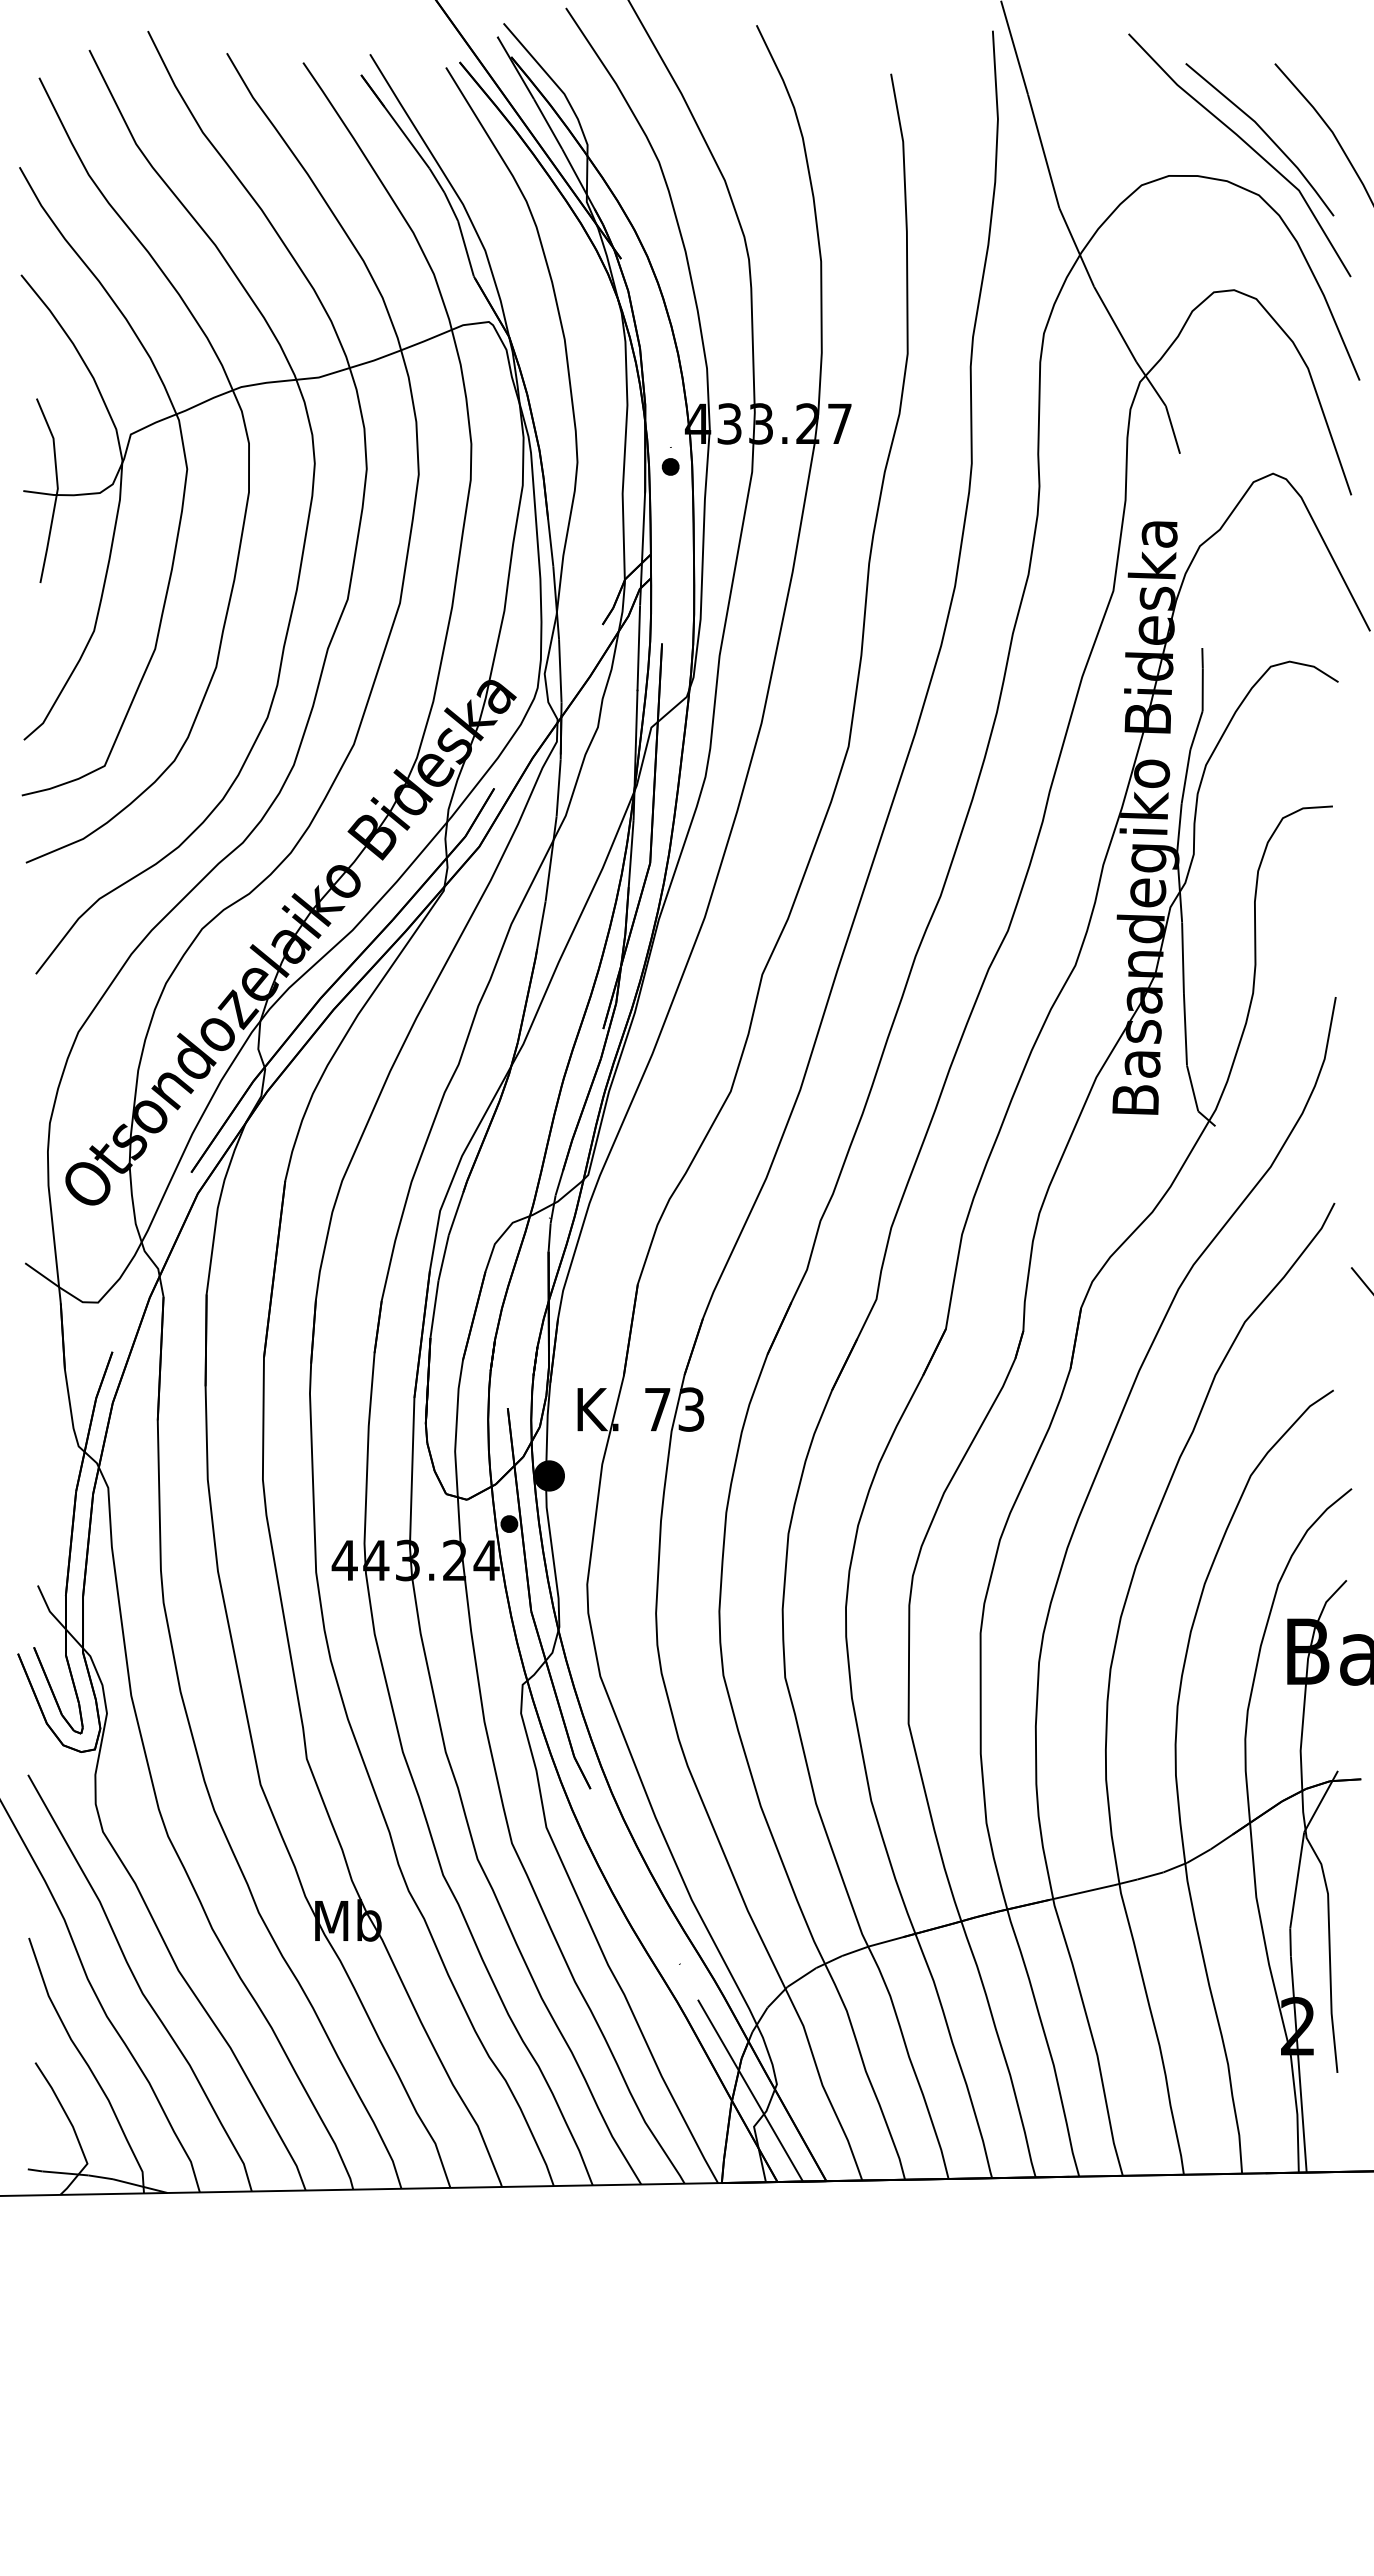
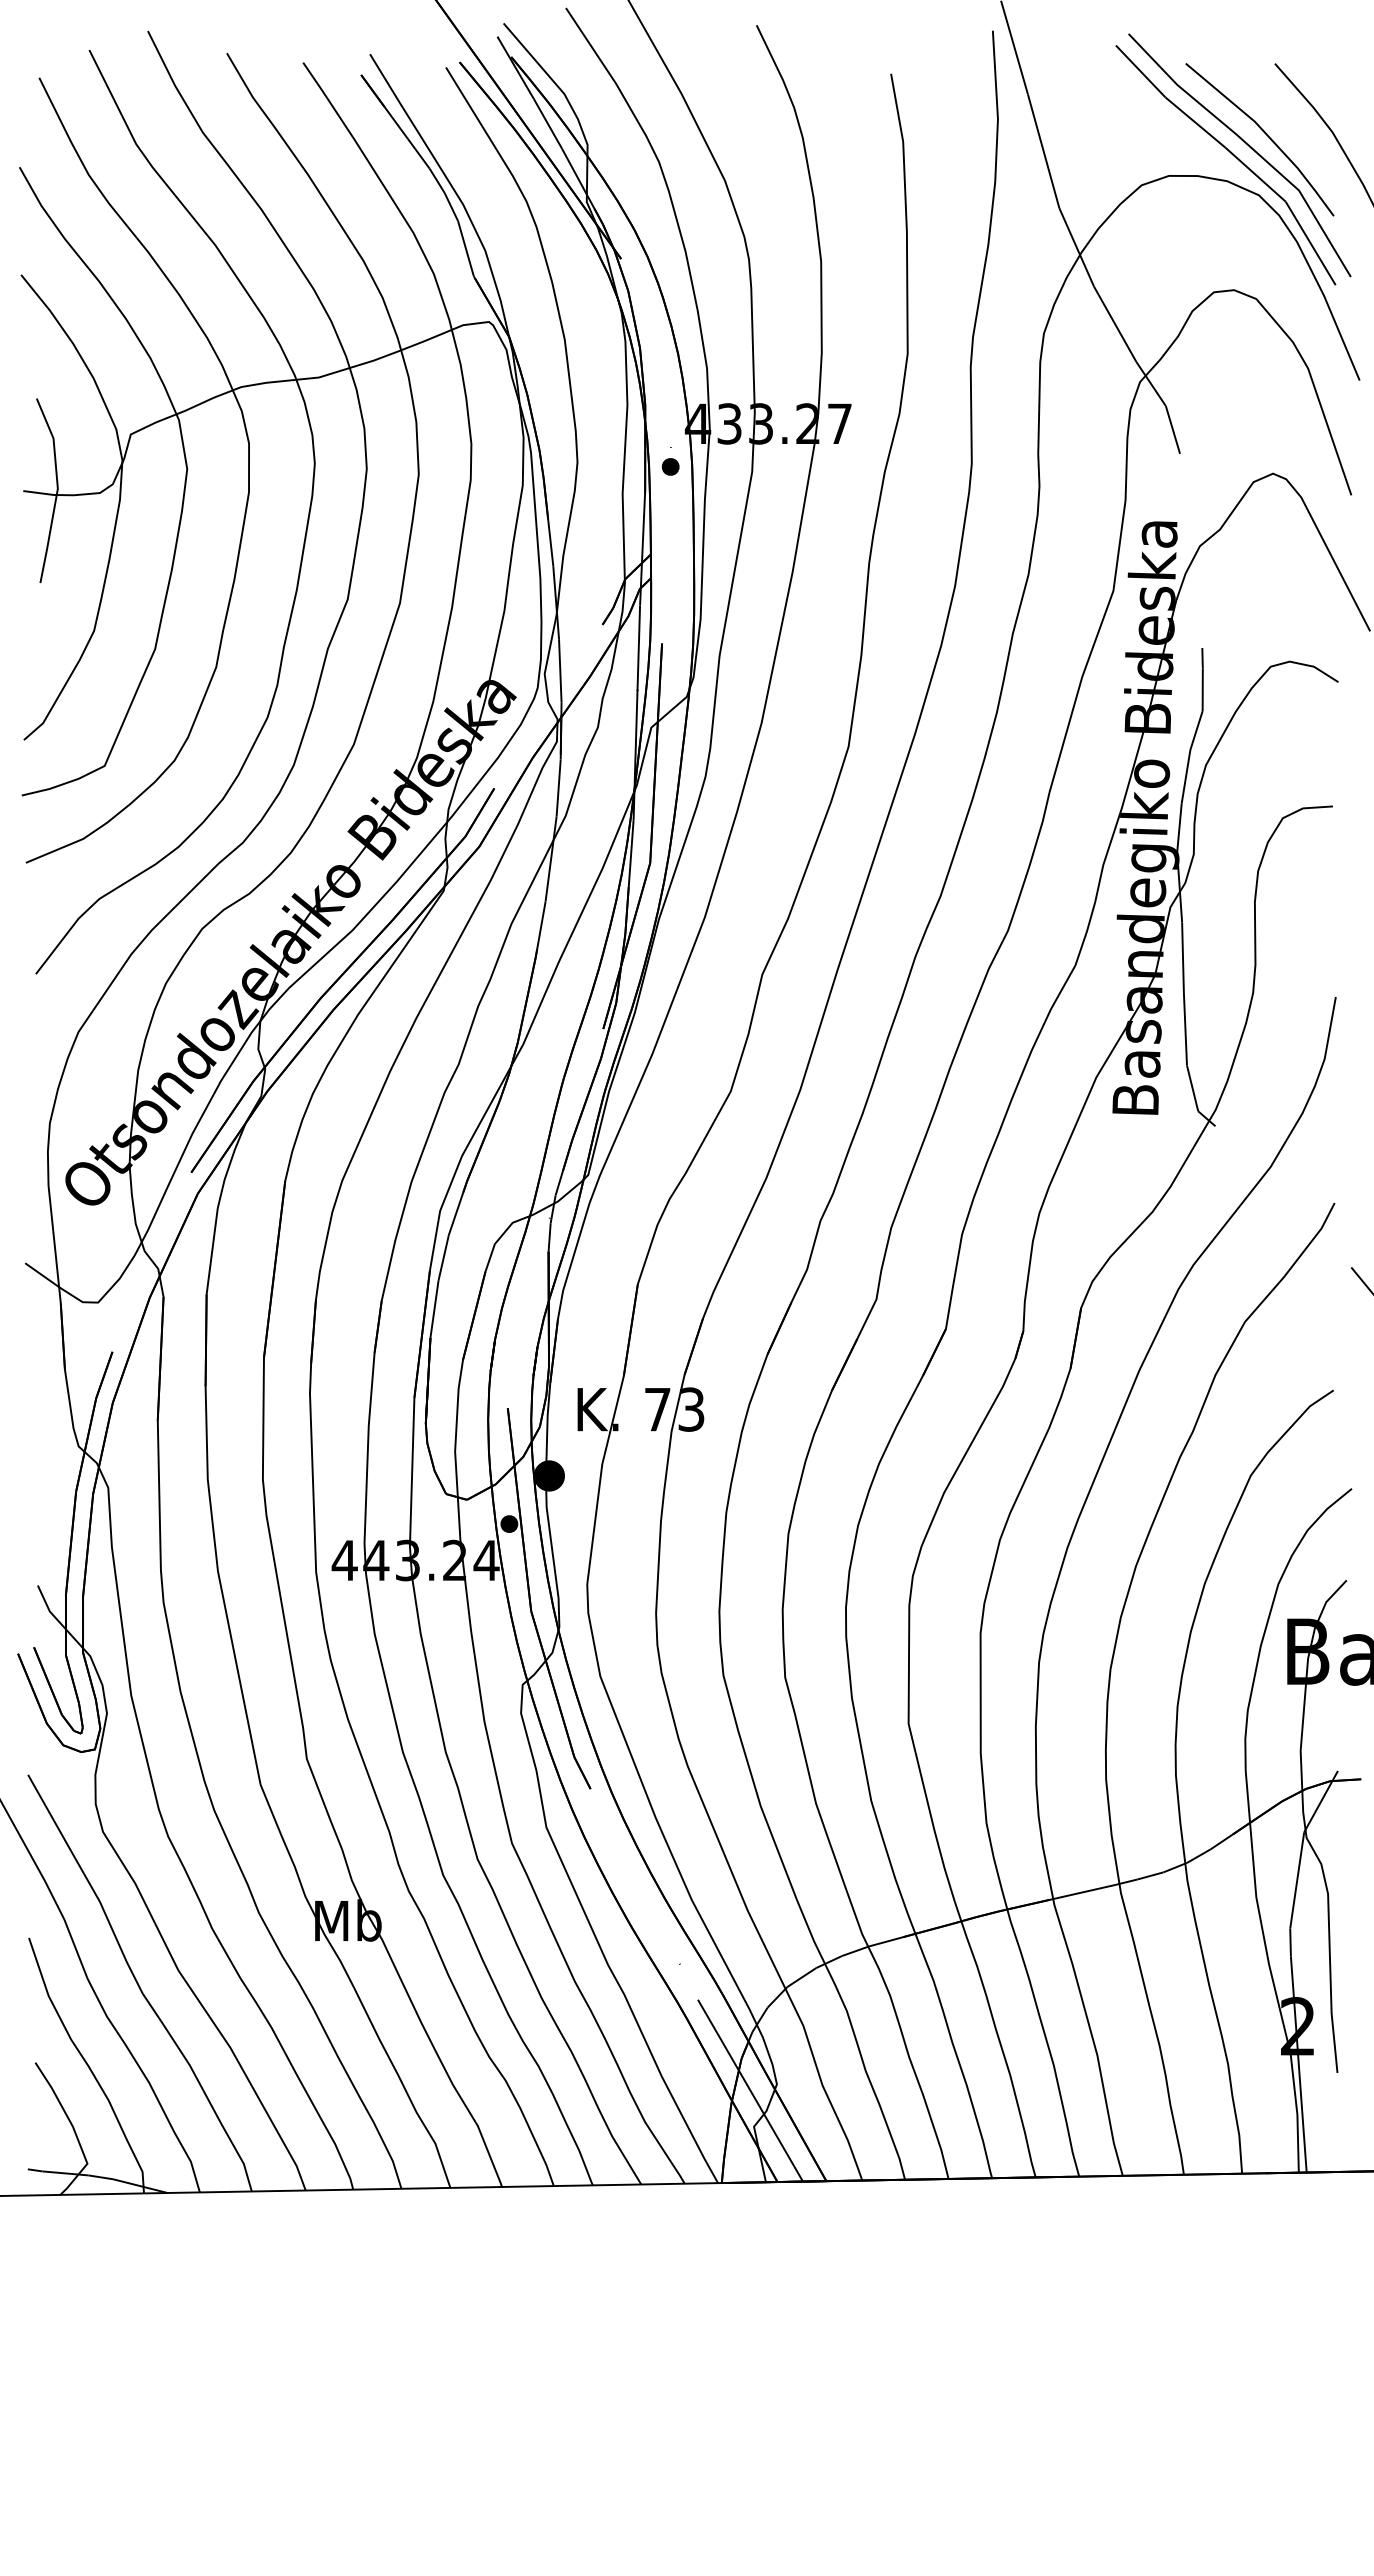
line at (1233, 156): none -> present
